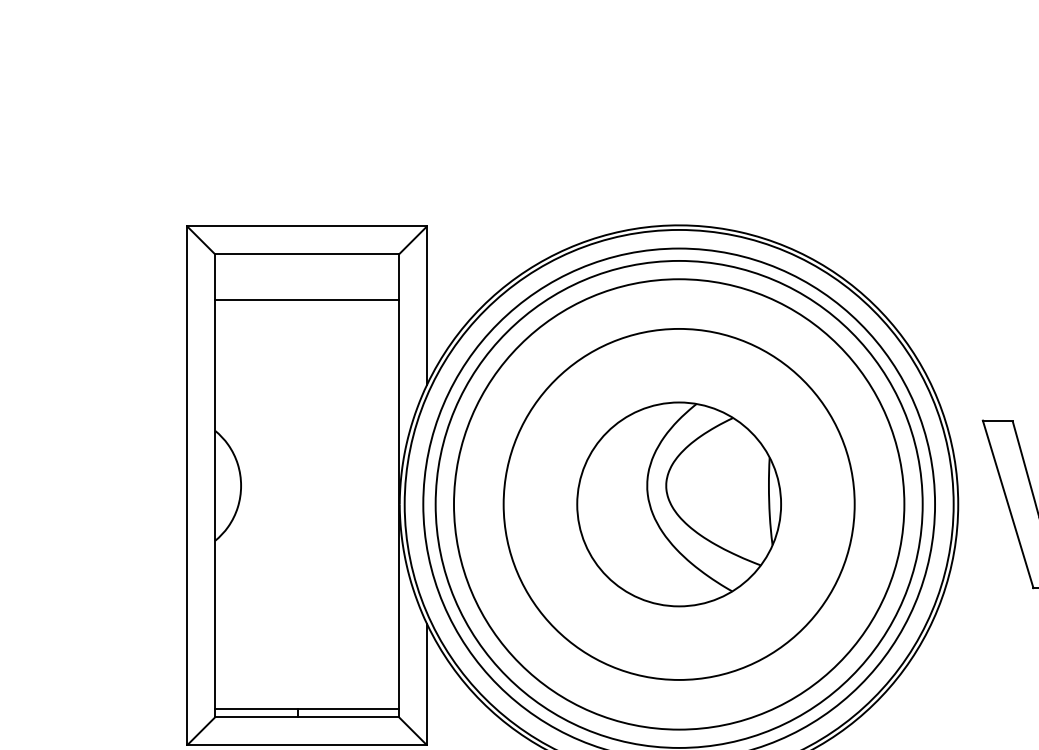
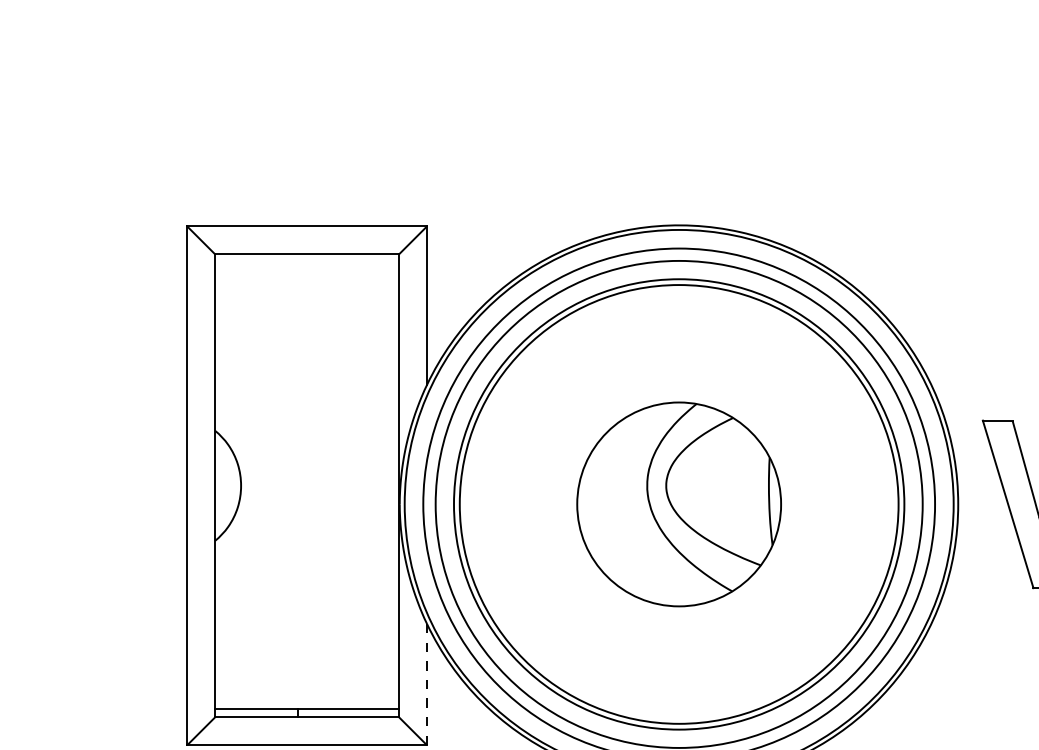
line at (307, 299): present -> none
circle at (678, 503) diameter: 351 px -> 439 px
line at (427, 684): solid -> dashed
